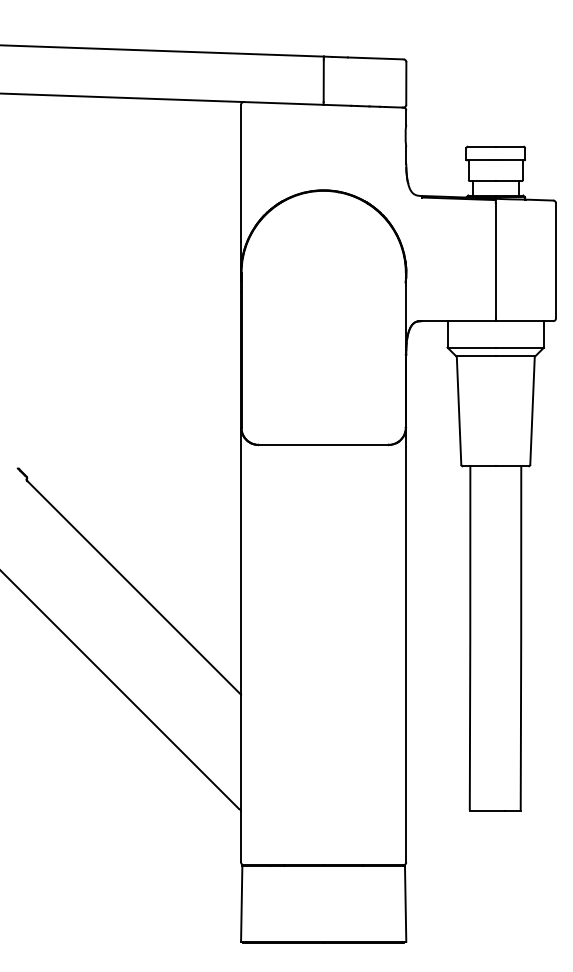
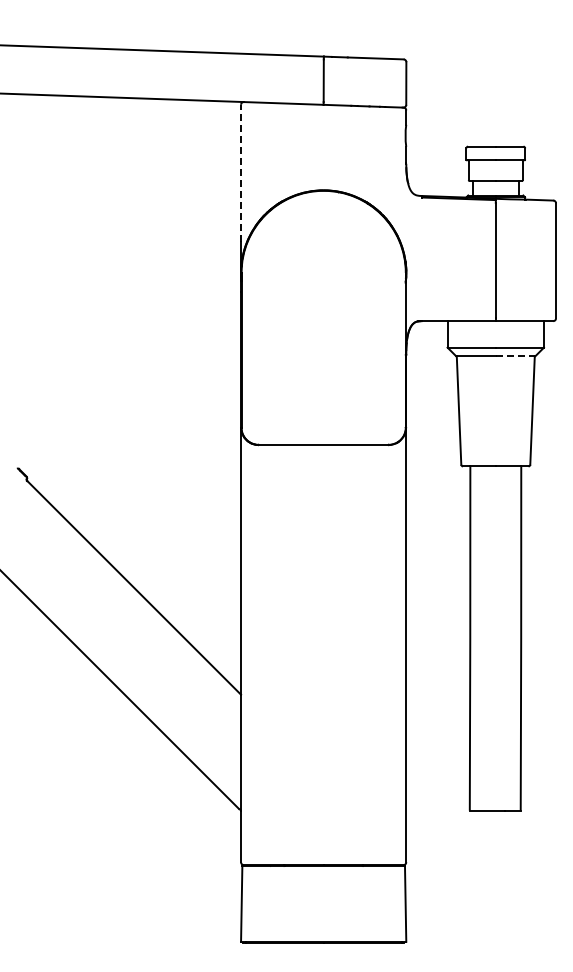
line at (241, 173): solid -> dashed
line at (515, 356): solid -> dashed
